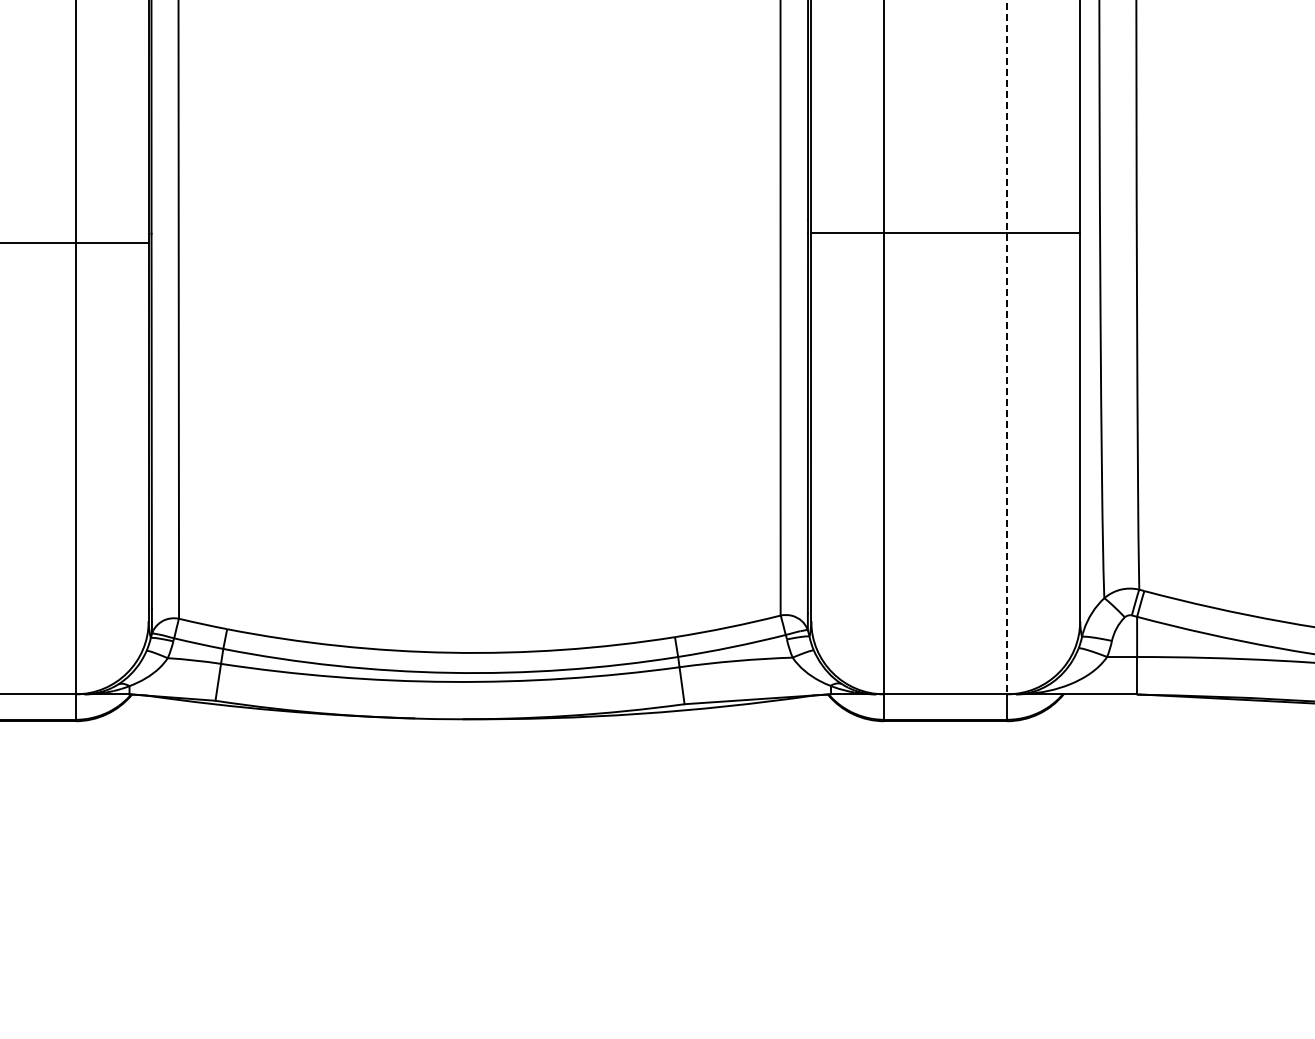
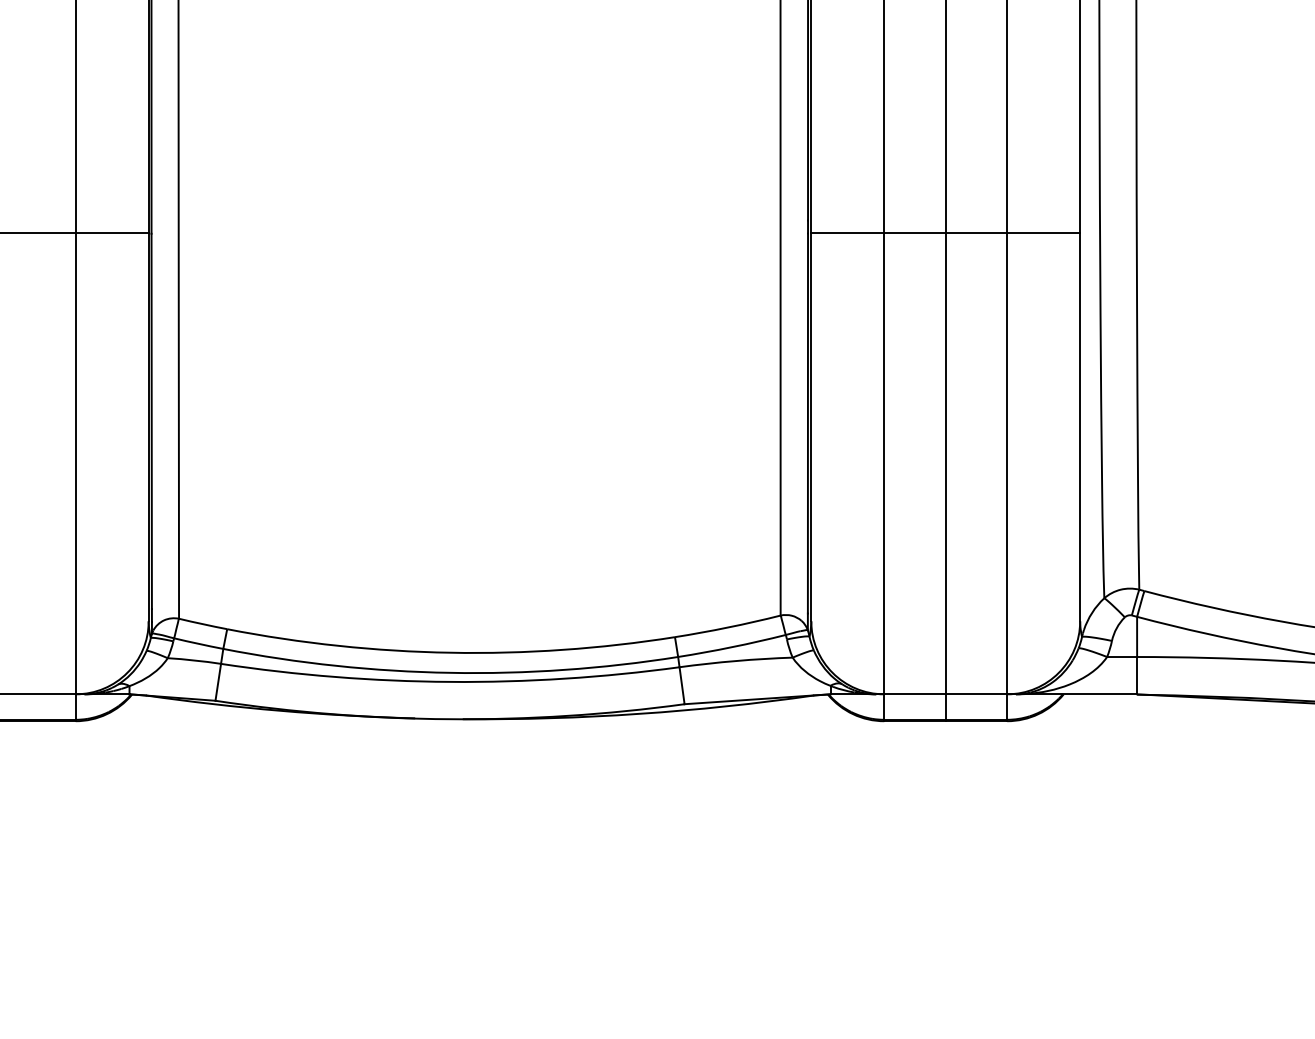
line at (75, 243) position: (75, 243) -> (75, 233)
line at (1007, 347): dashed -> solid
line at (945, 361): none -> present
